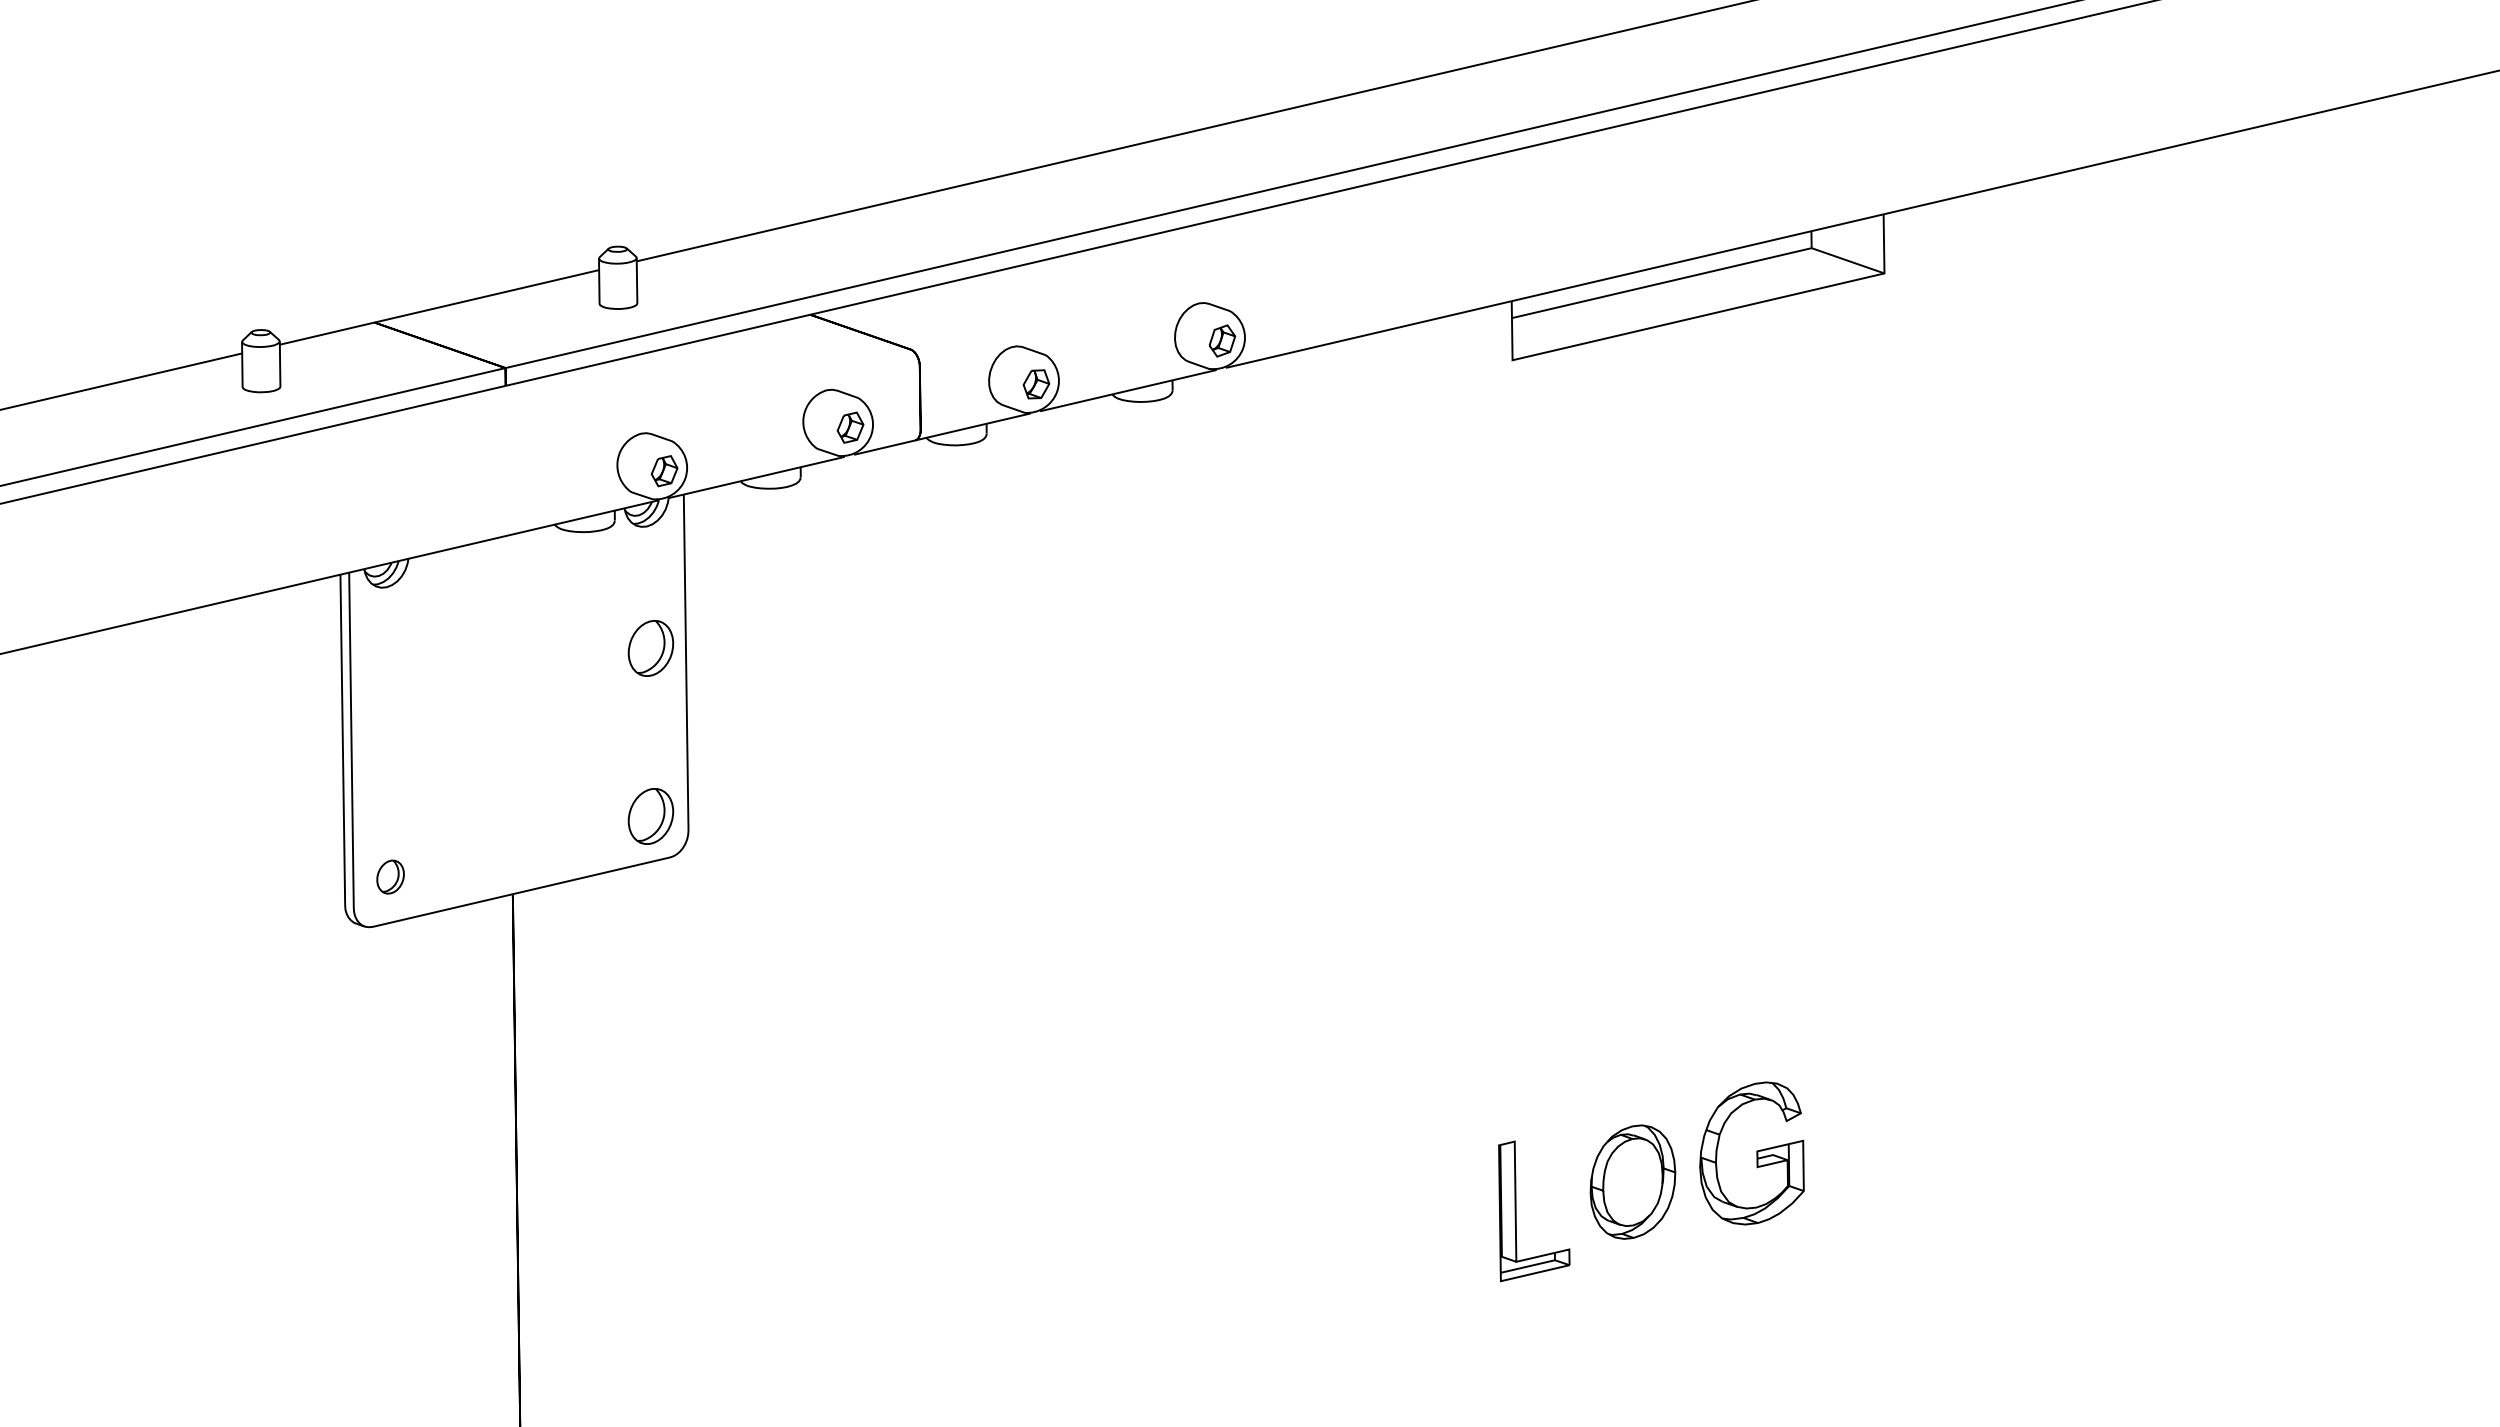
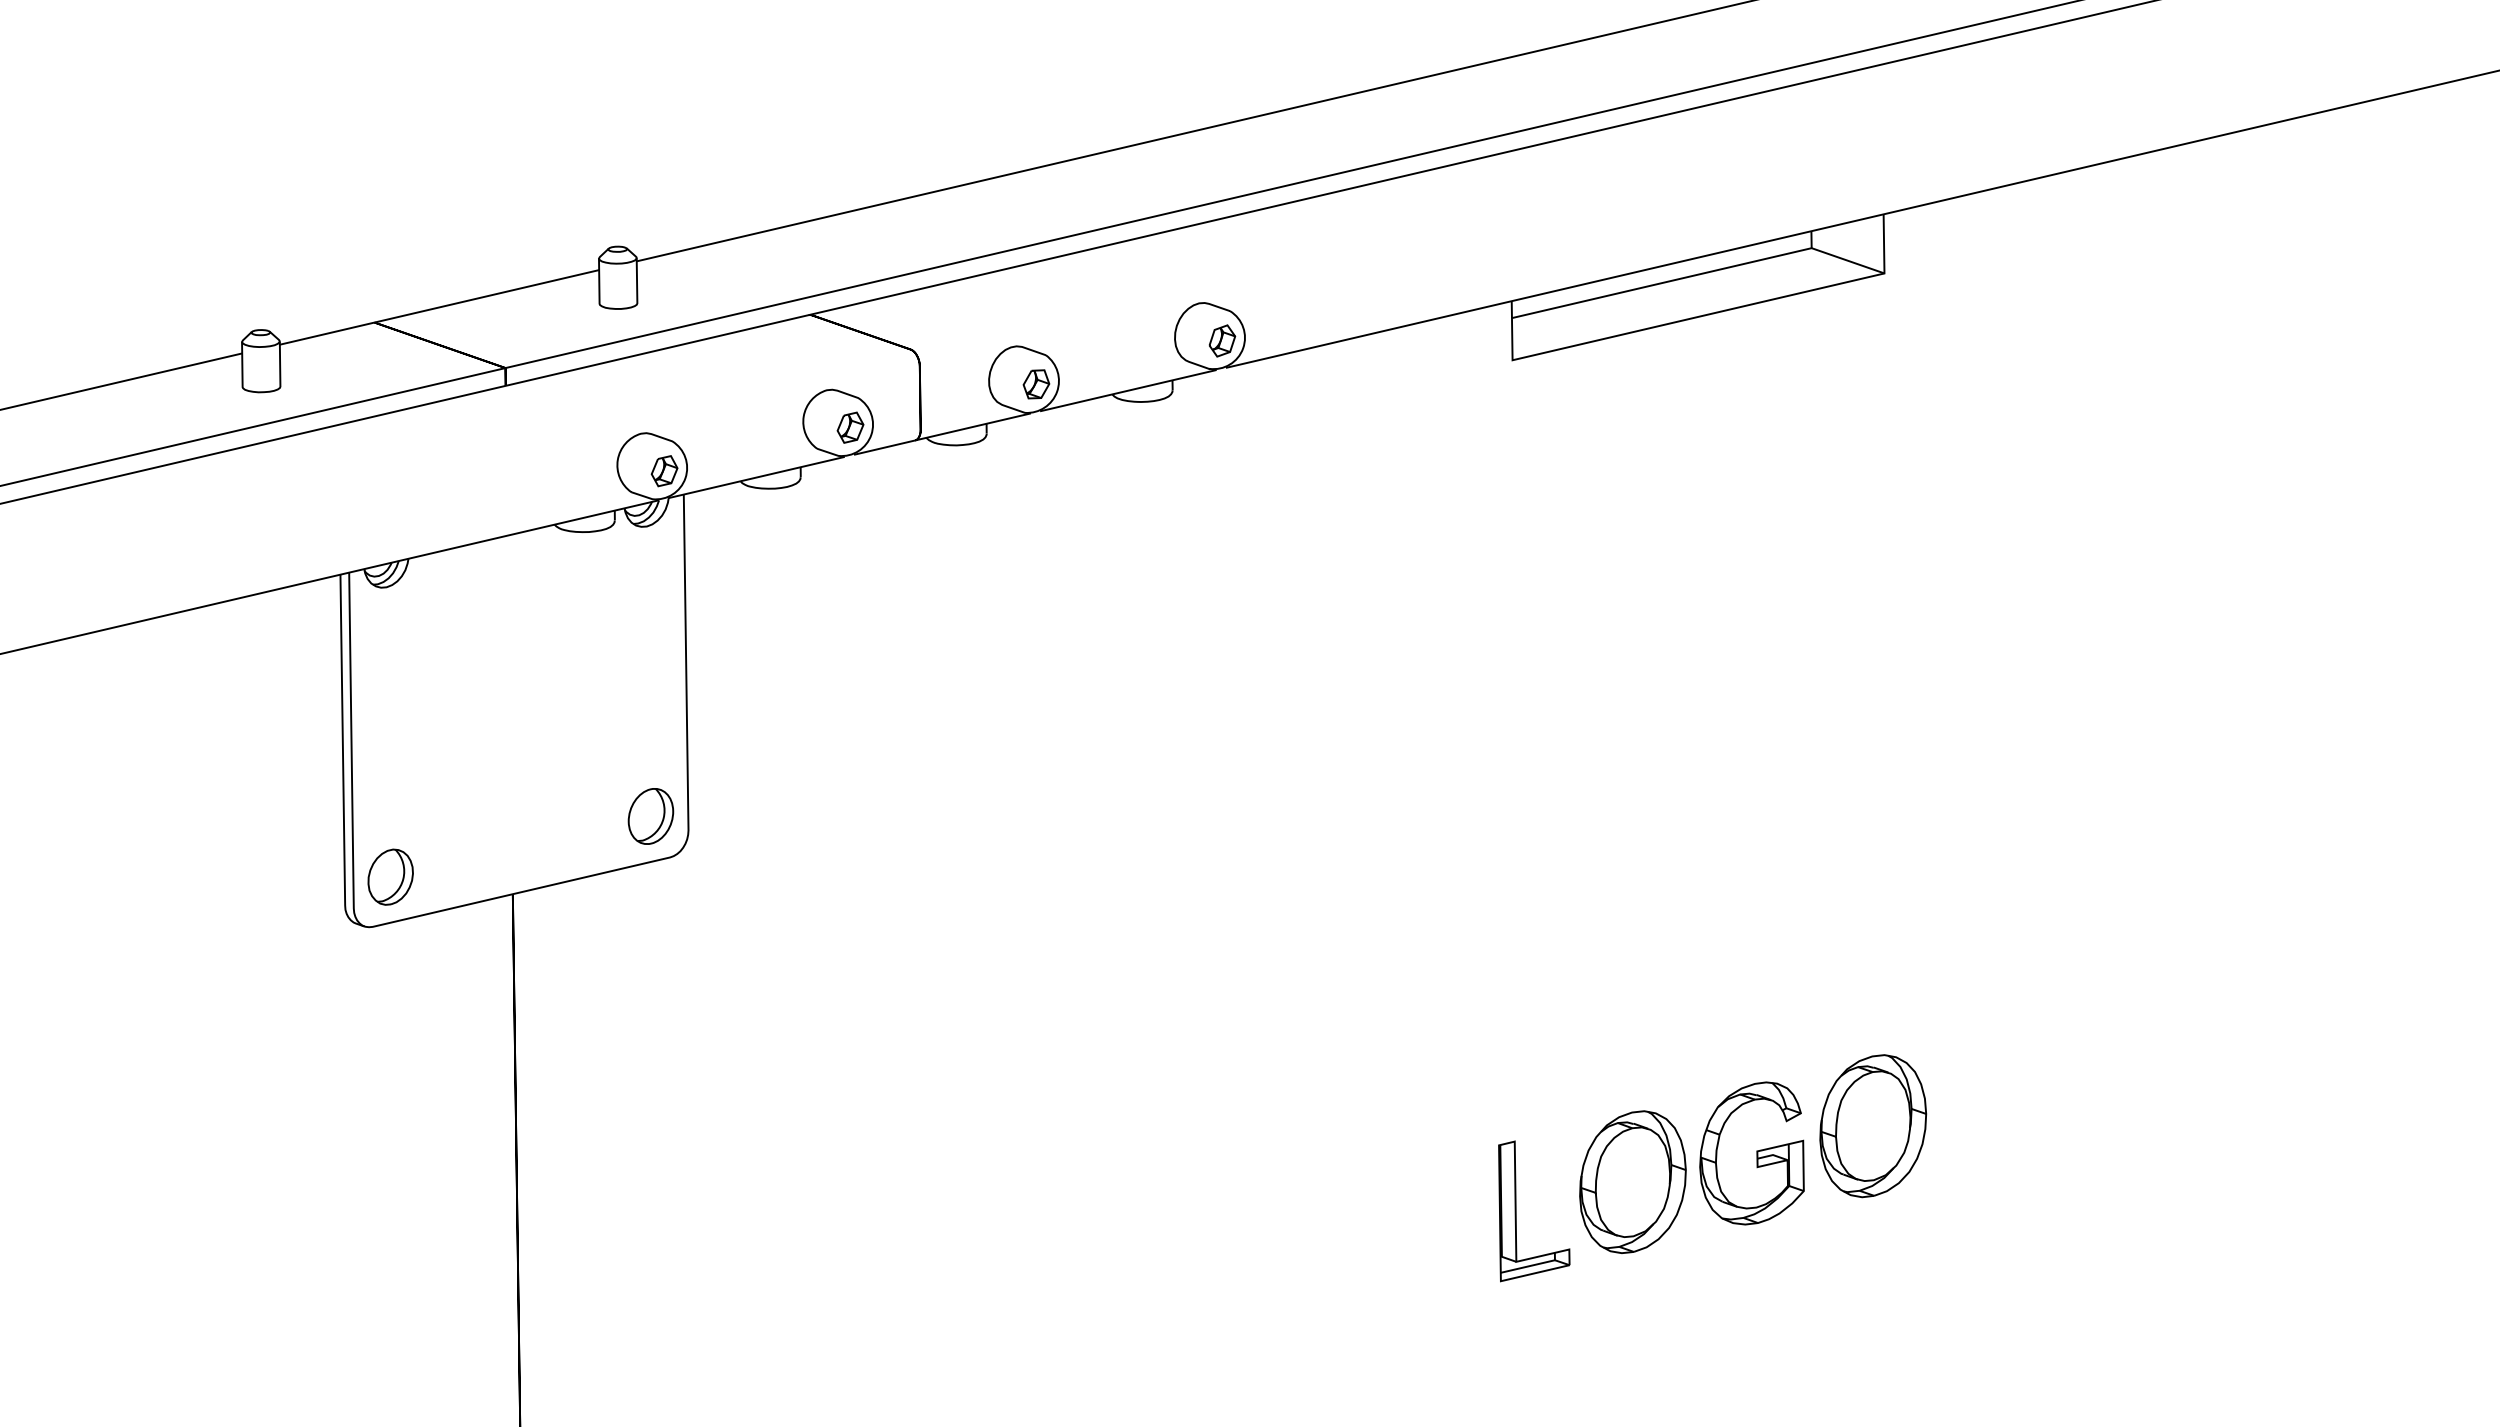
part at (650, 648): present -> none
part at (390, 876) size: 29x36 px -> 47x58 px
part at (1873, 1126): none -> present
part at (1632, 1181) size: 88x116 px -> 108x144 px
